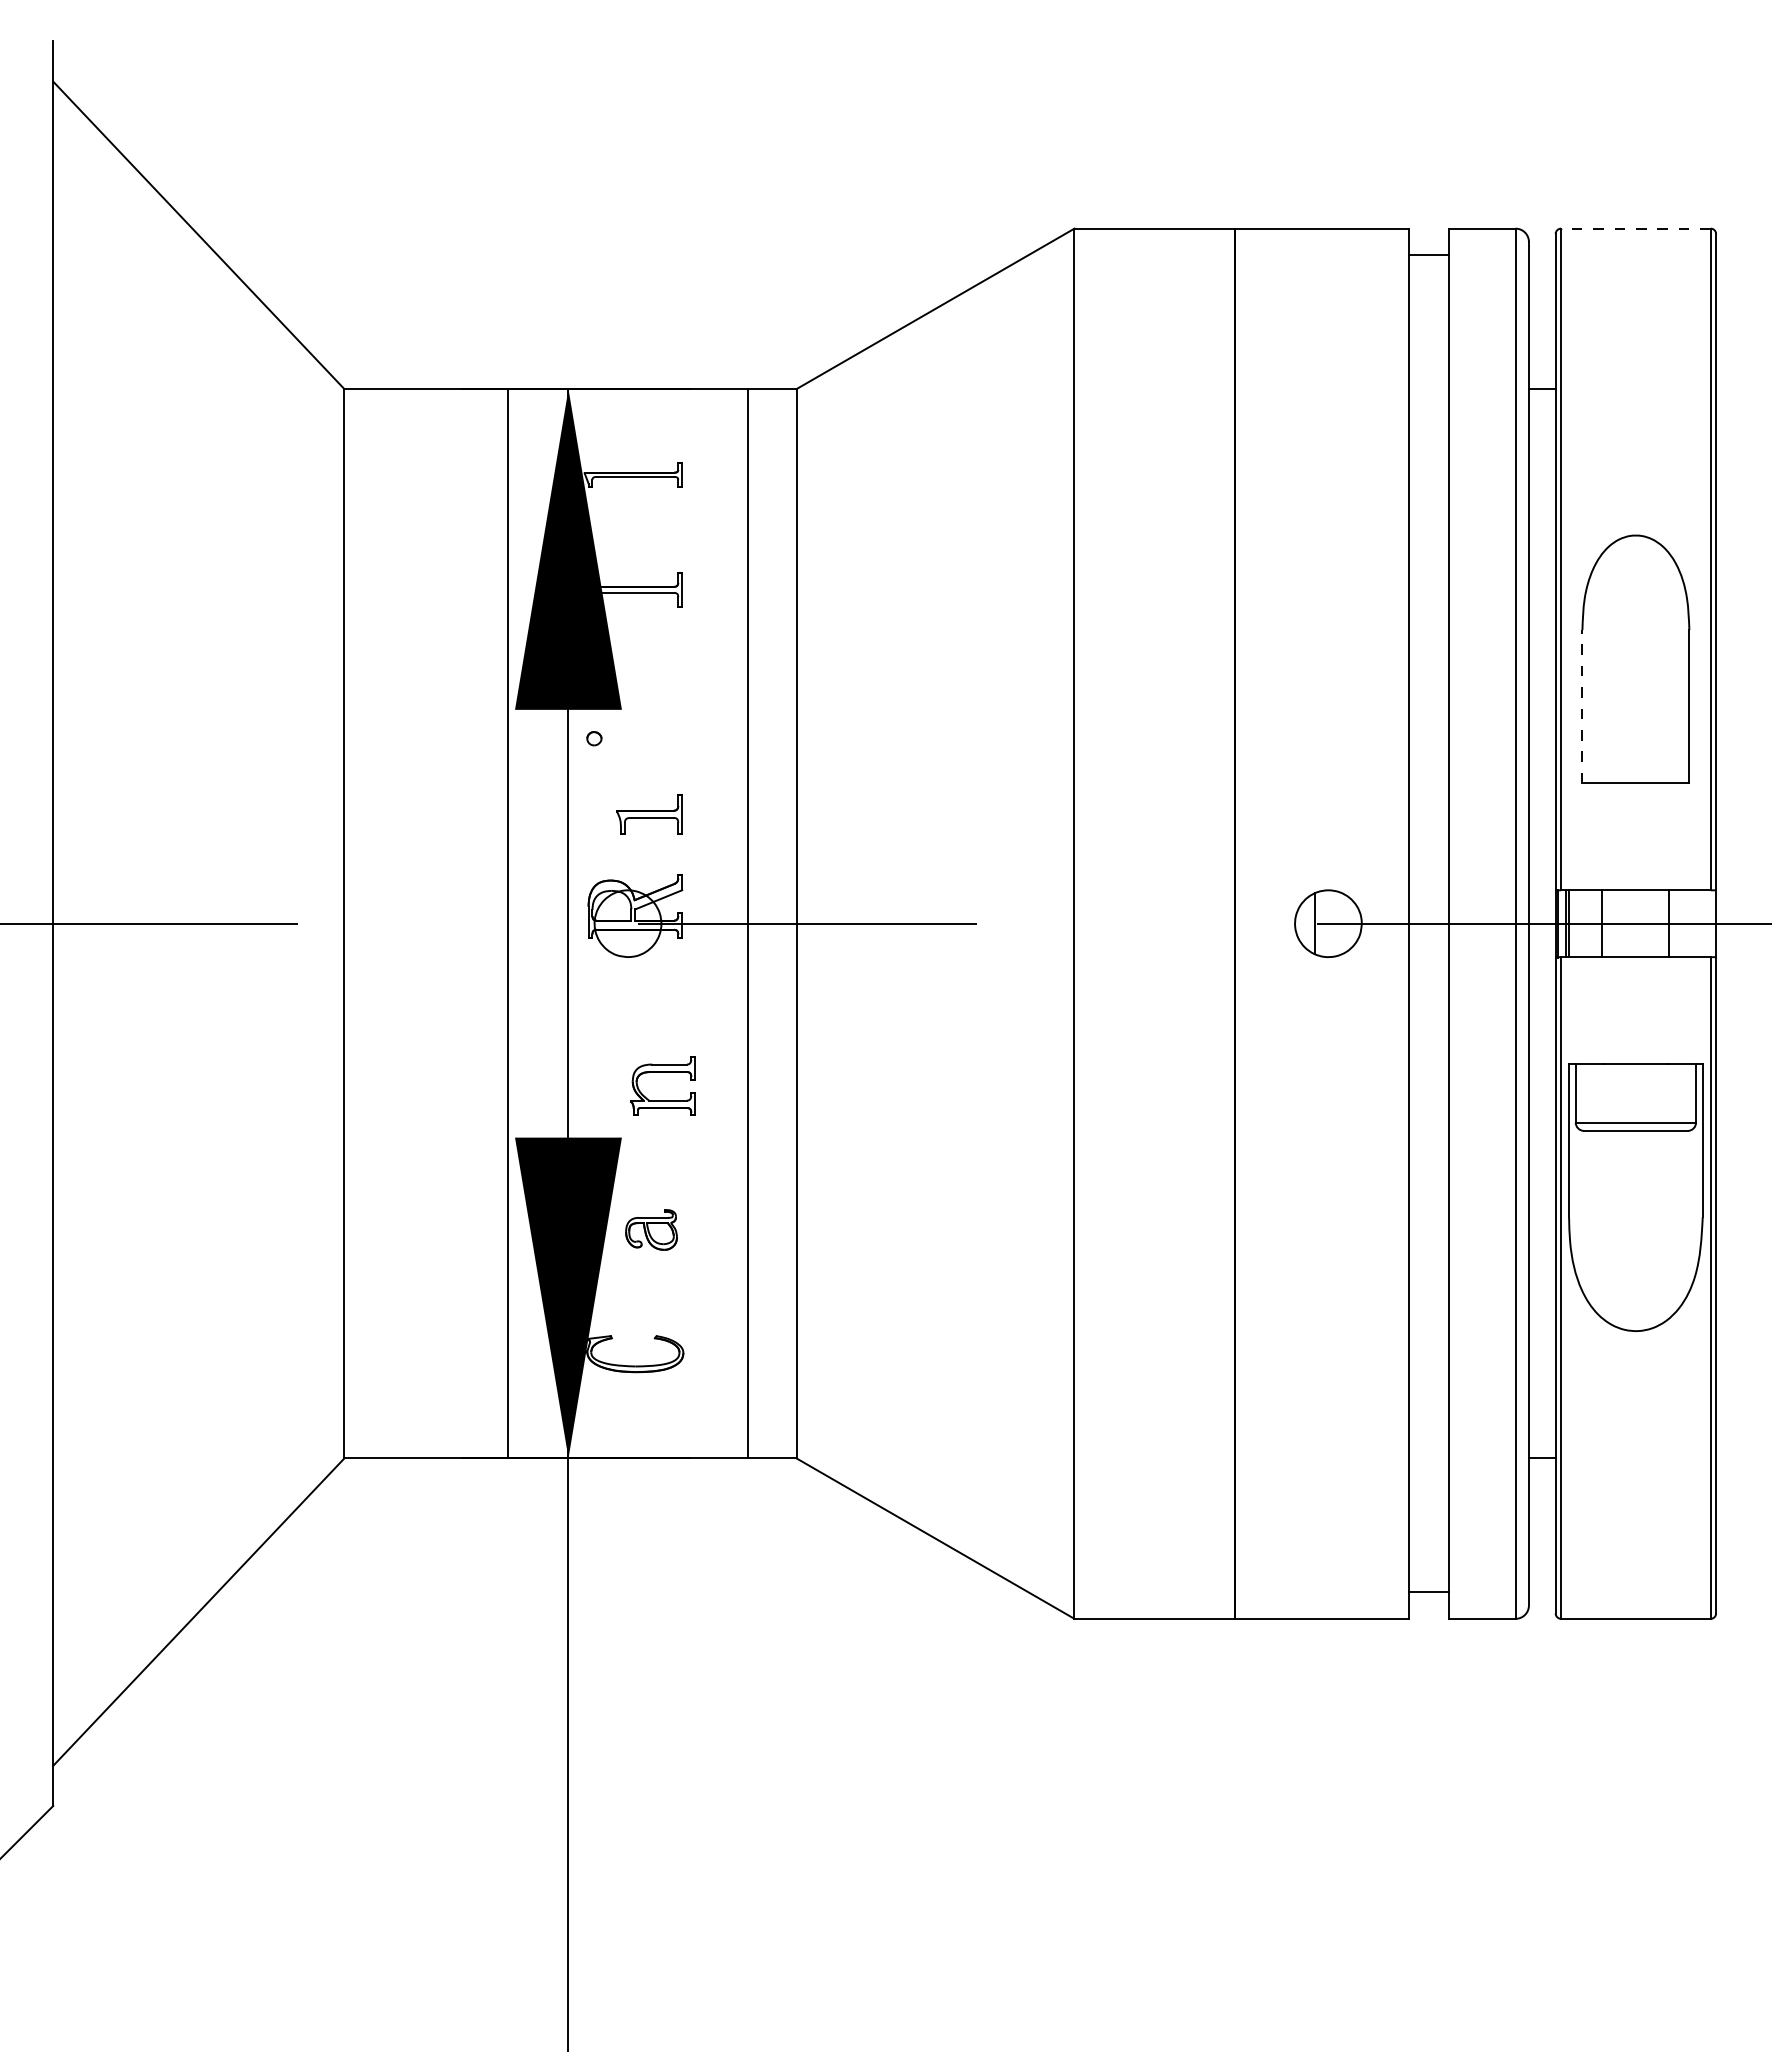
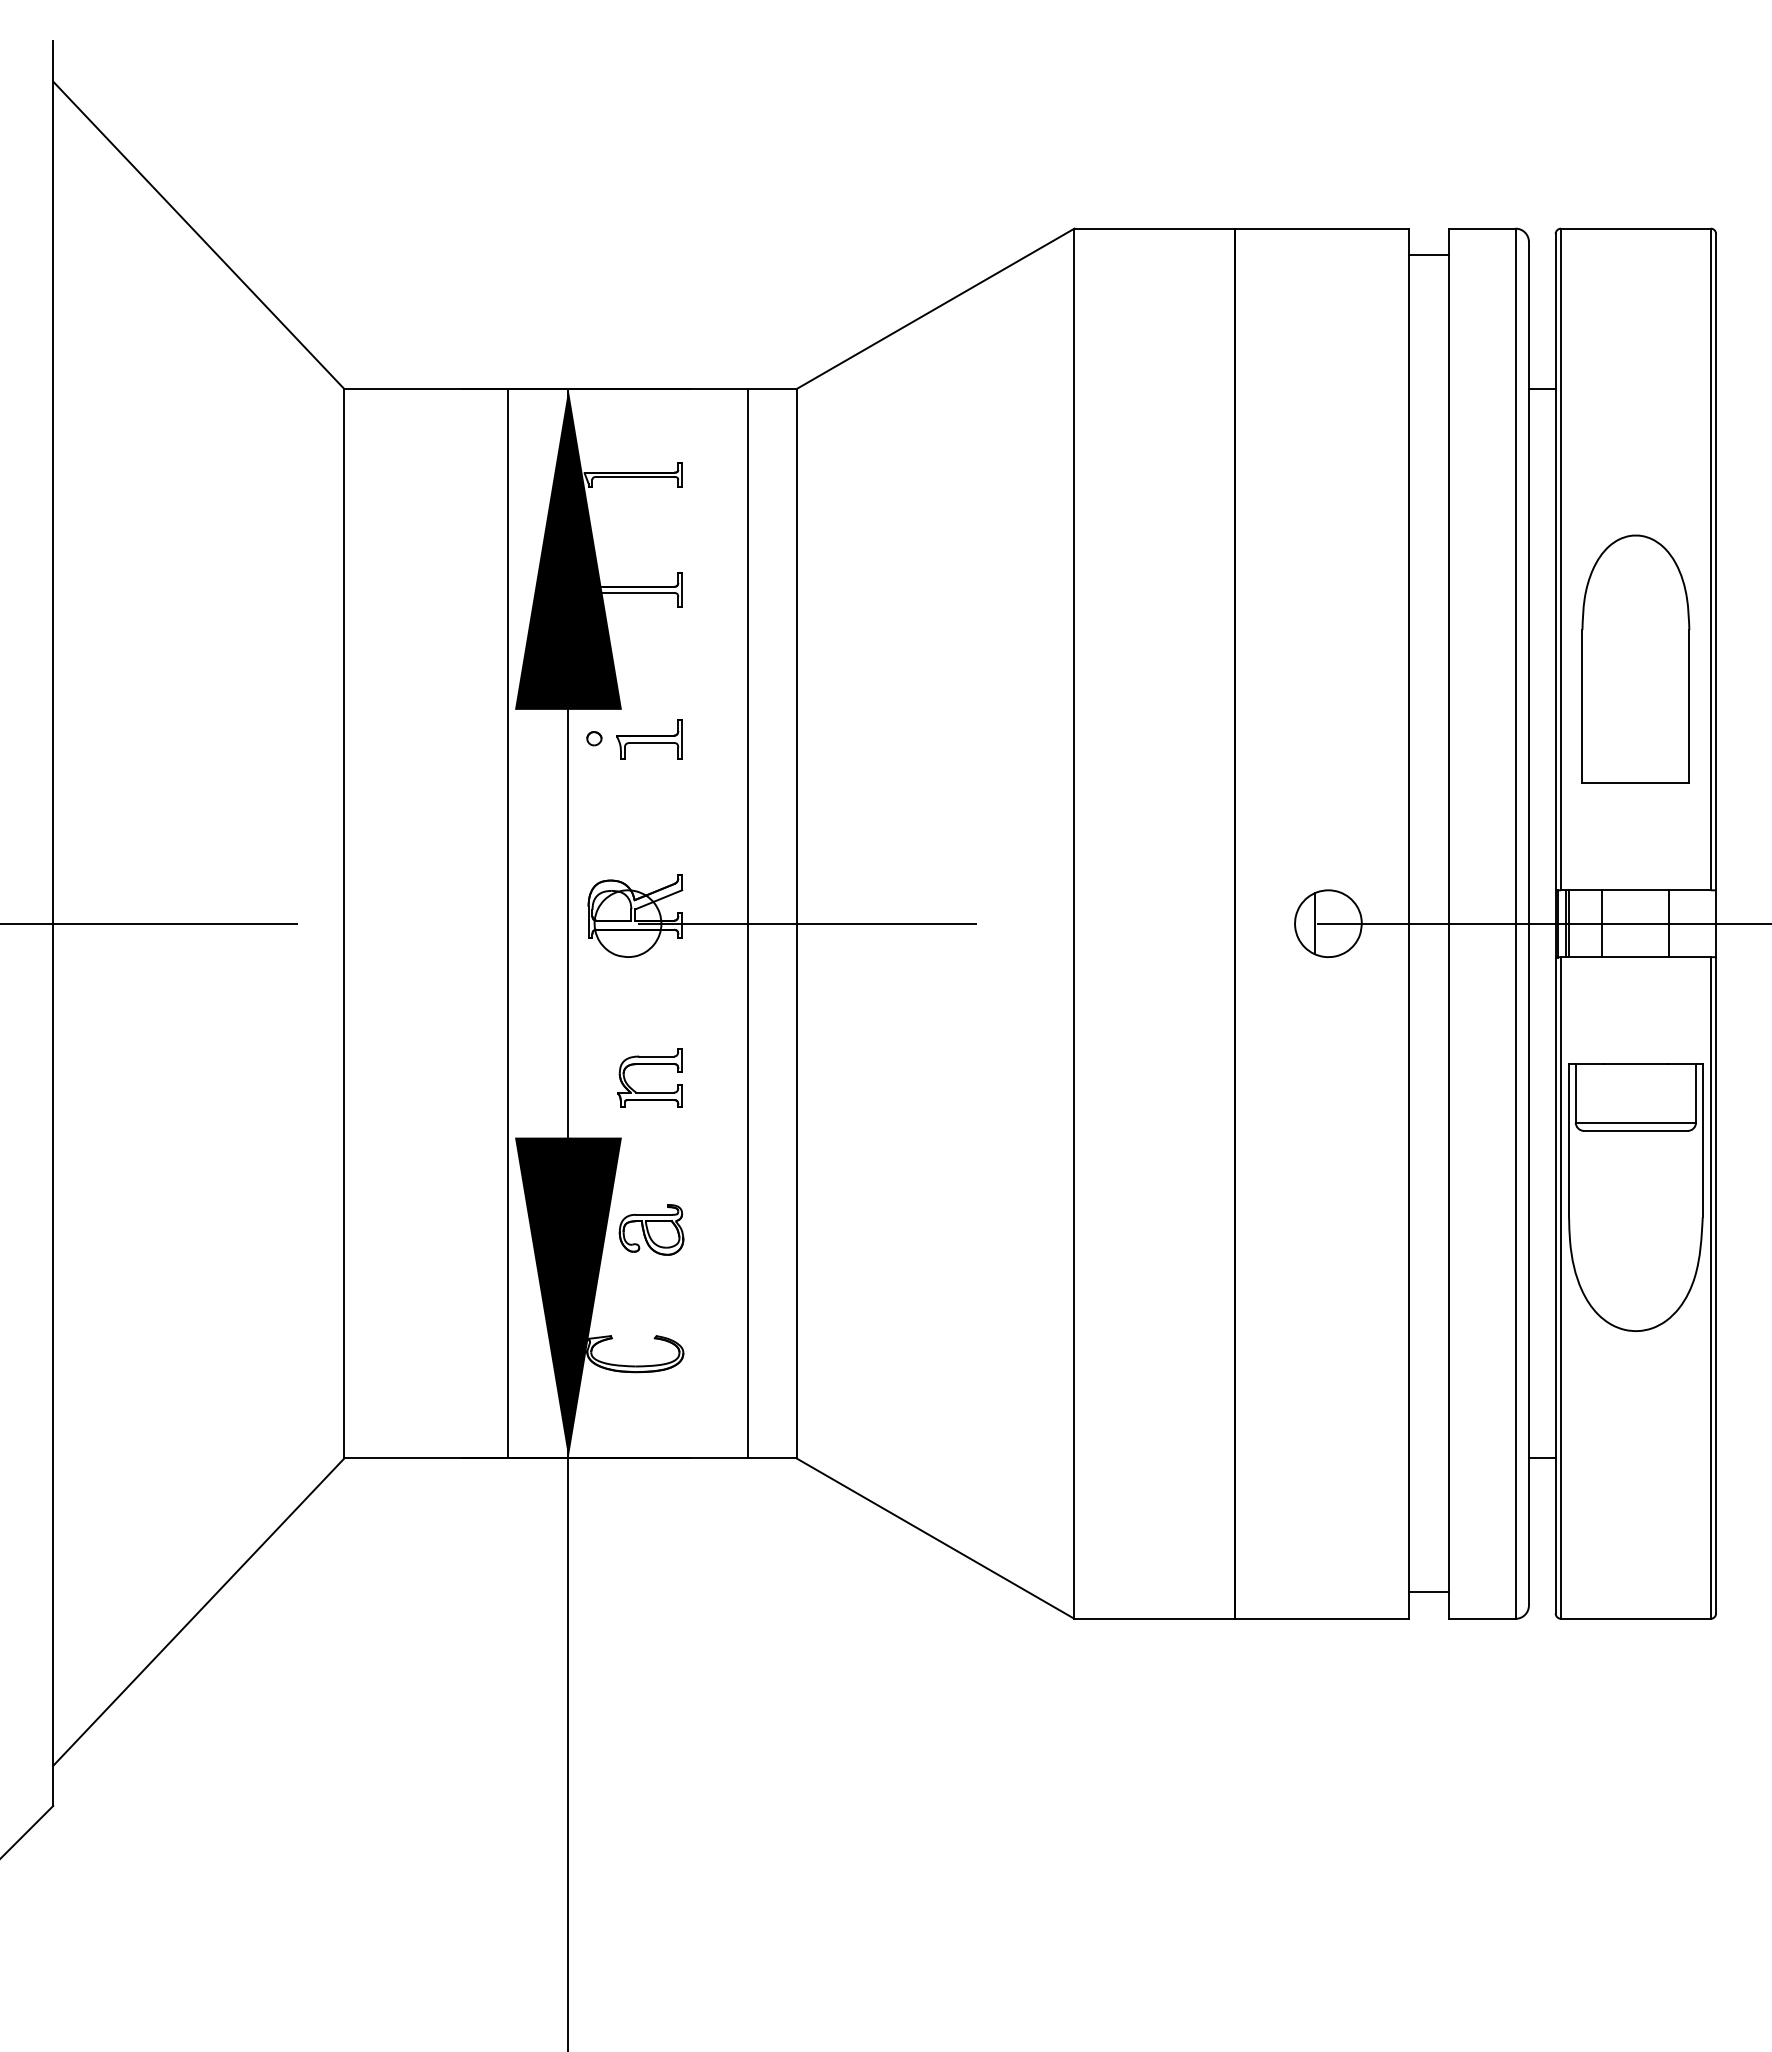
line at (1635, 228): dashed -> solid
line at (1582, 706): dashed -> solid
part at (649, 814) position: (649, 814) -> (649, 739)
part at (662, 1072) position: (662, 1072) -> (649, 1064)
part at (651, 1229) size: 53x42 px -> 67x52 px
